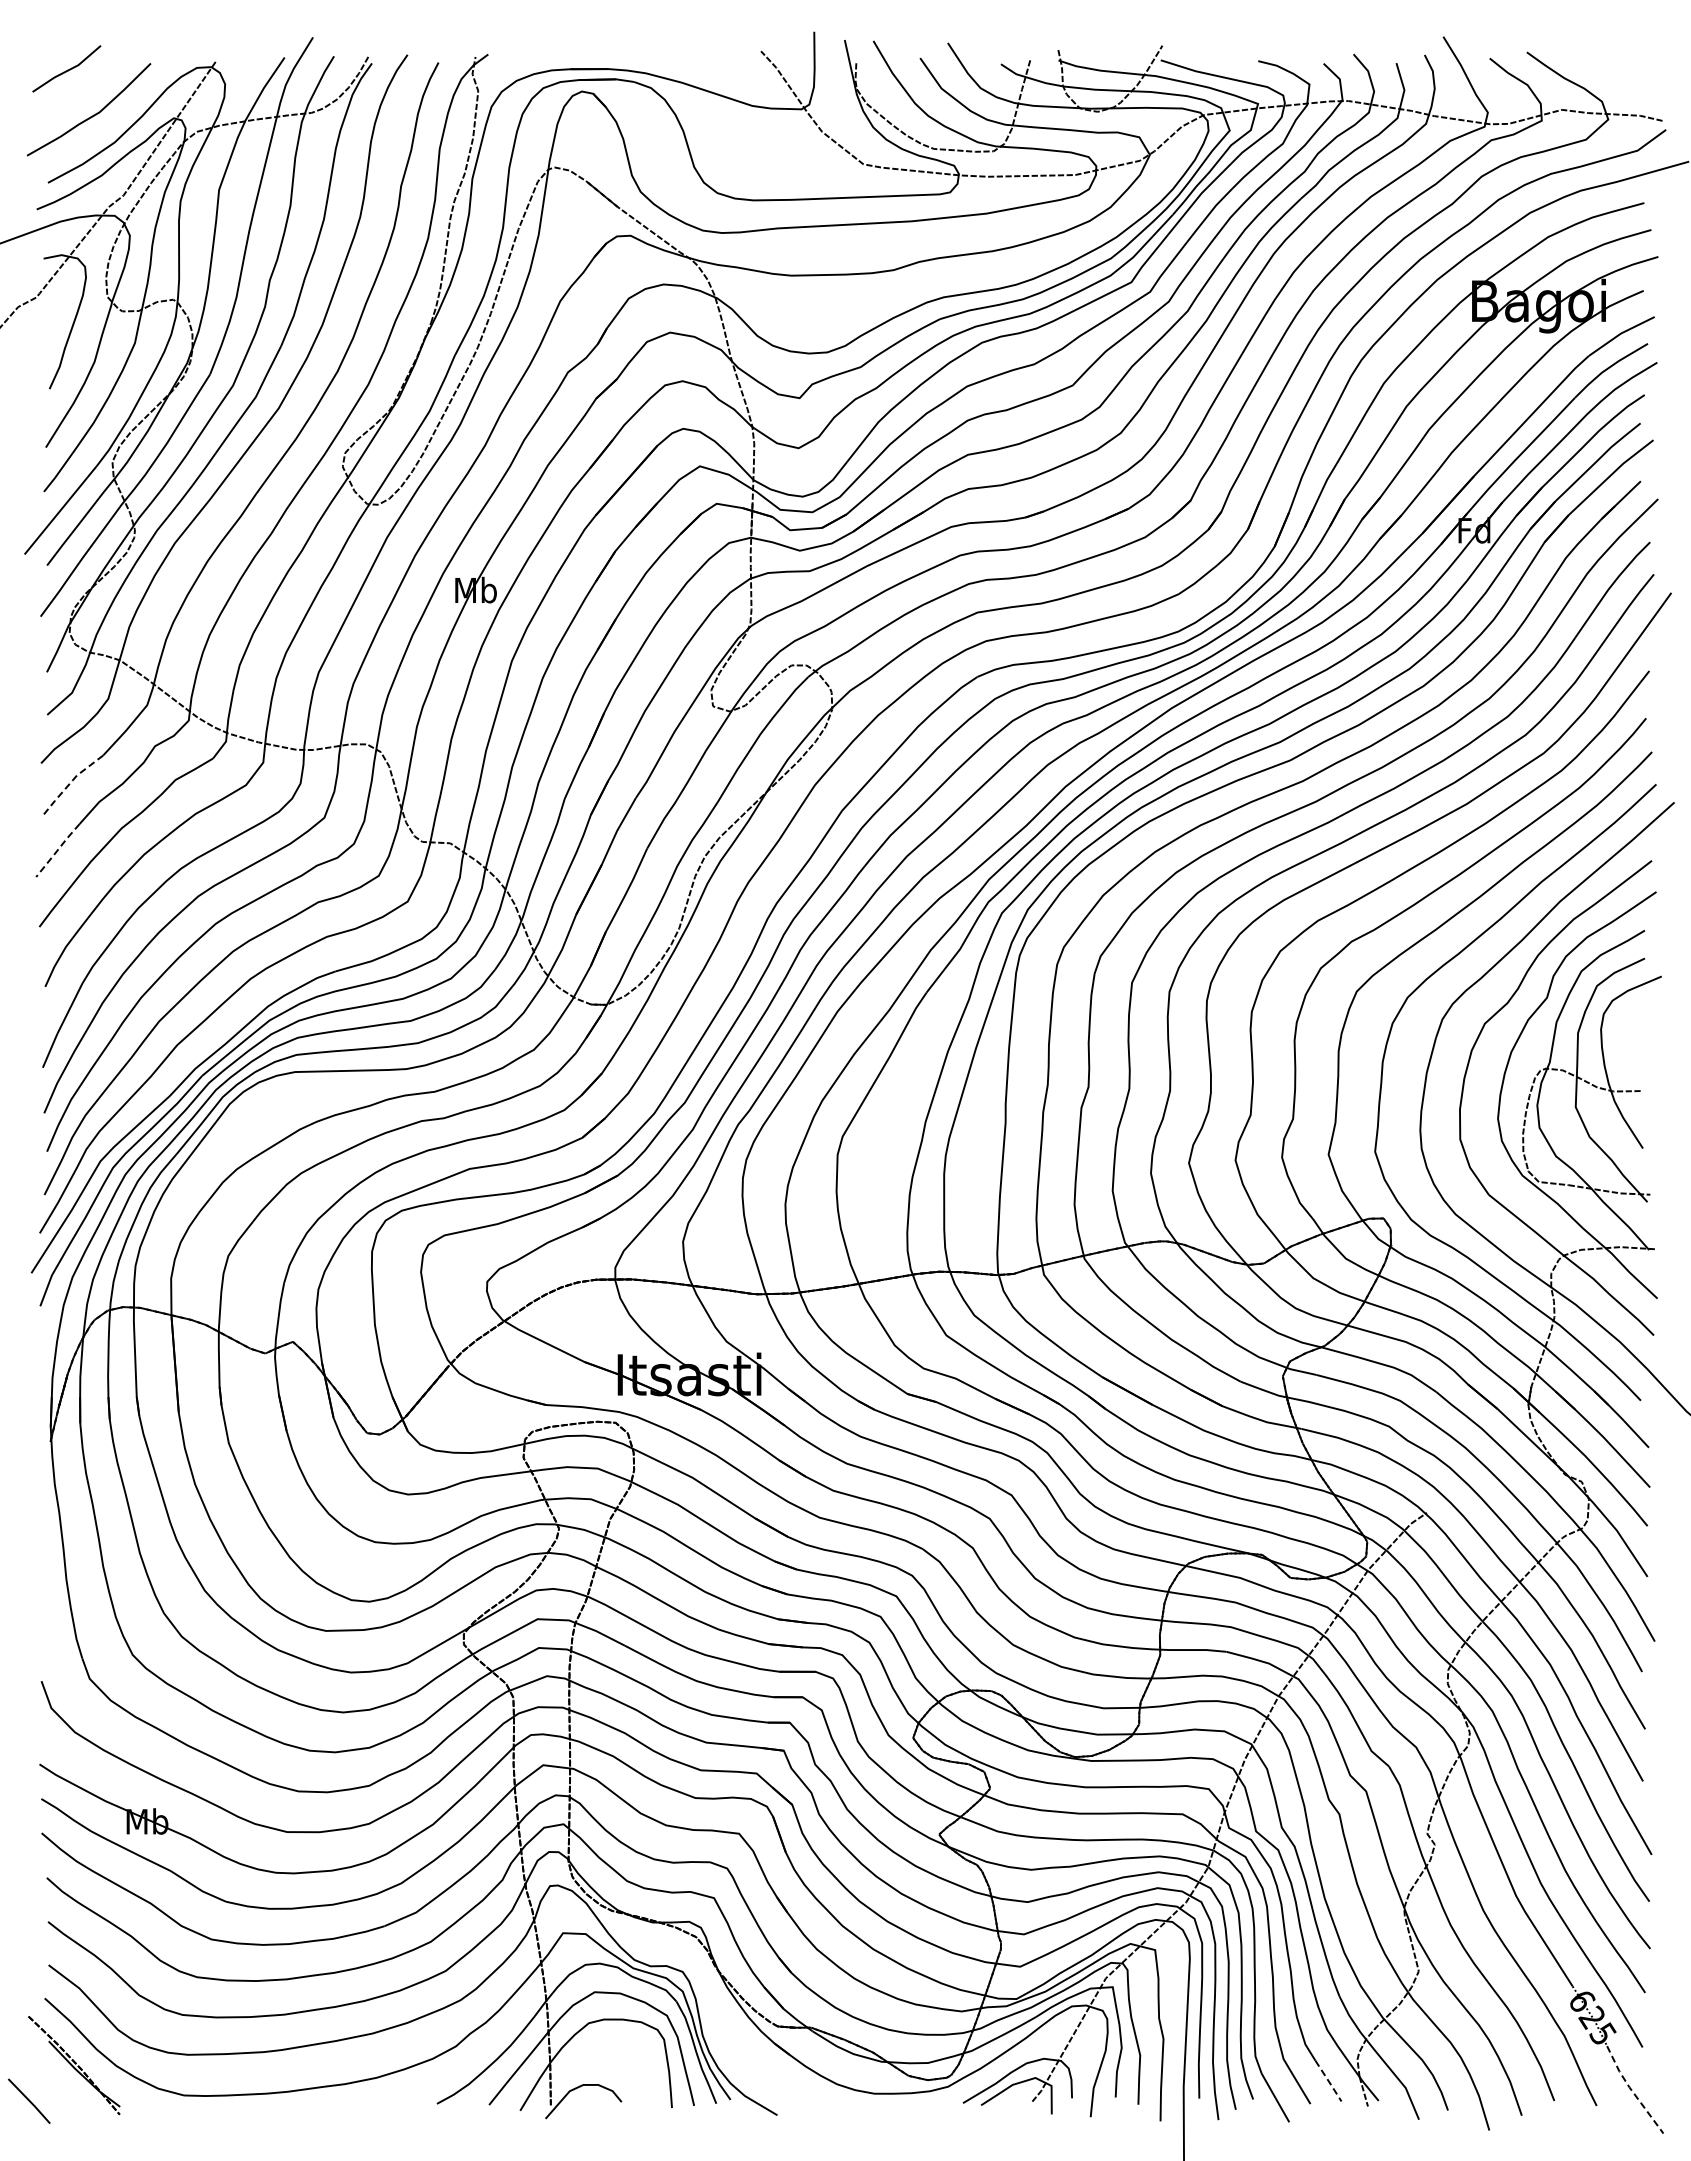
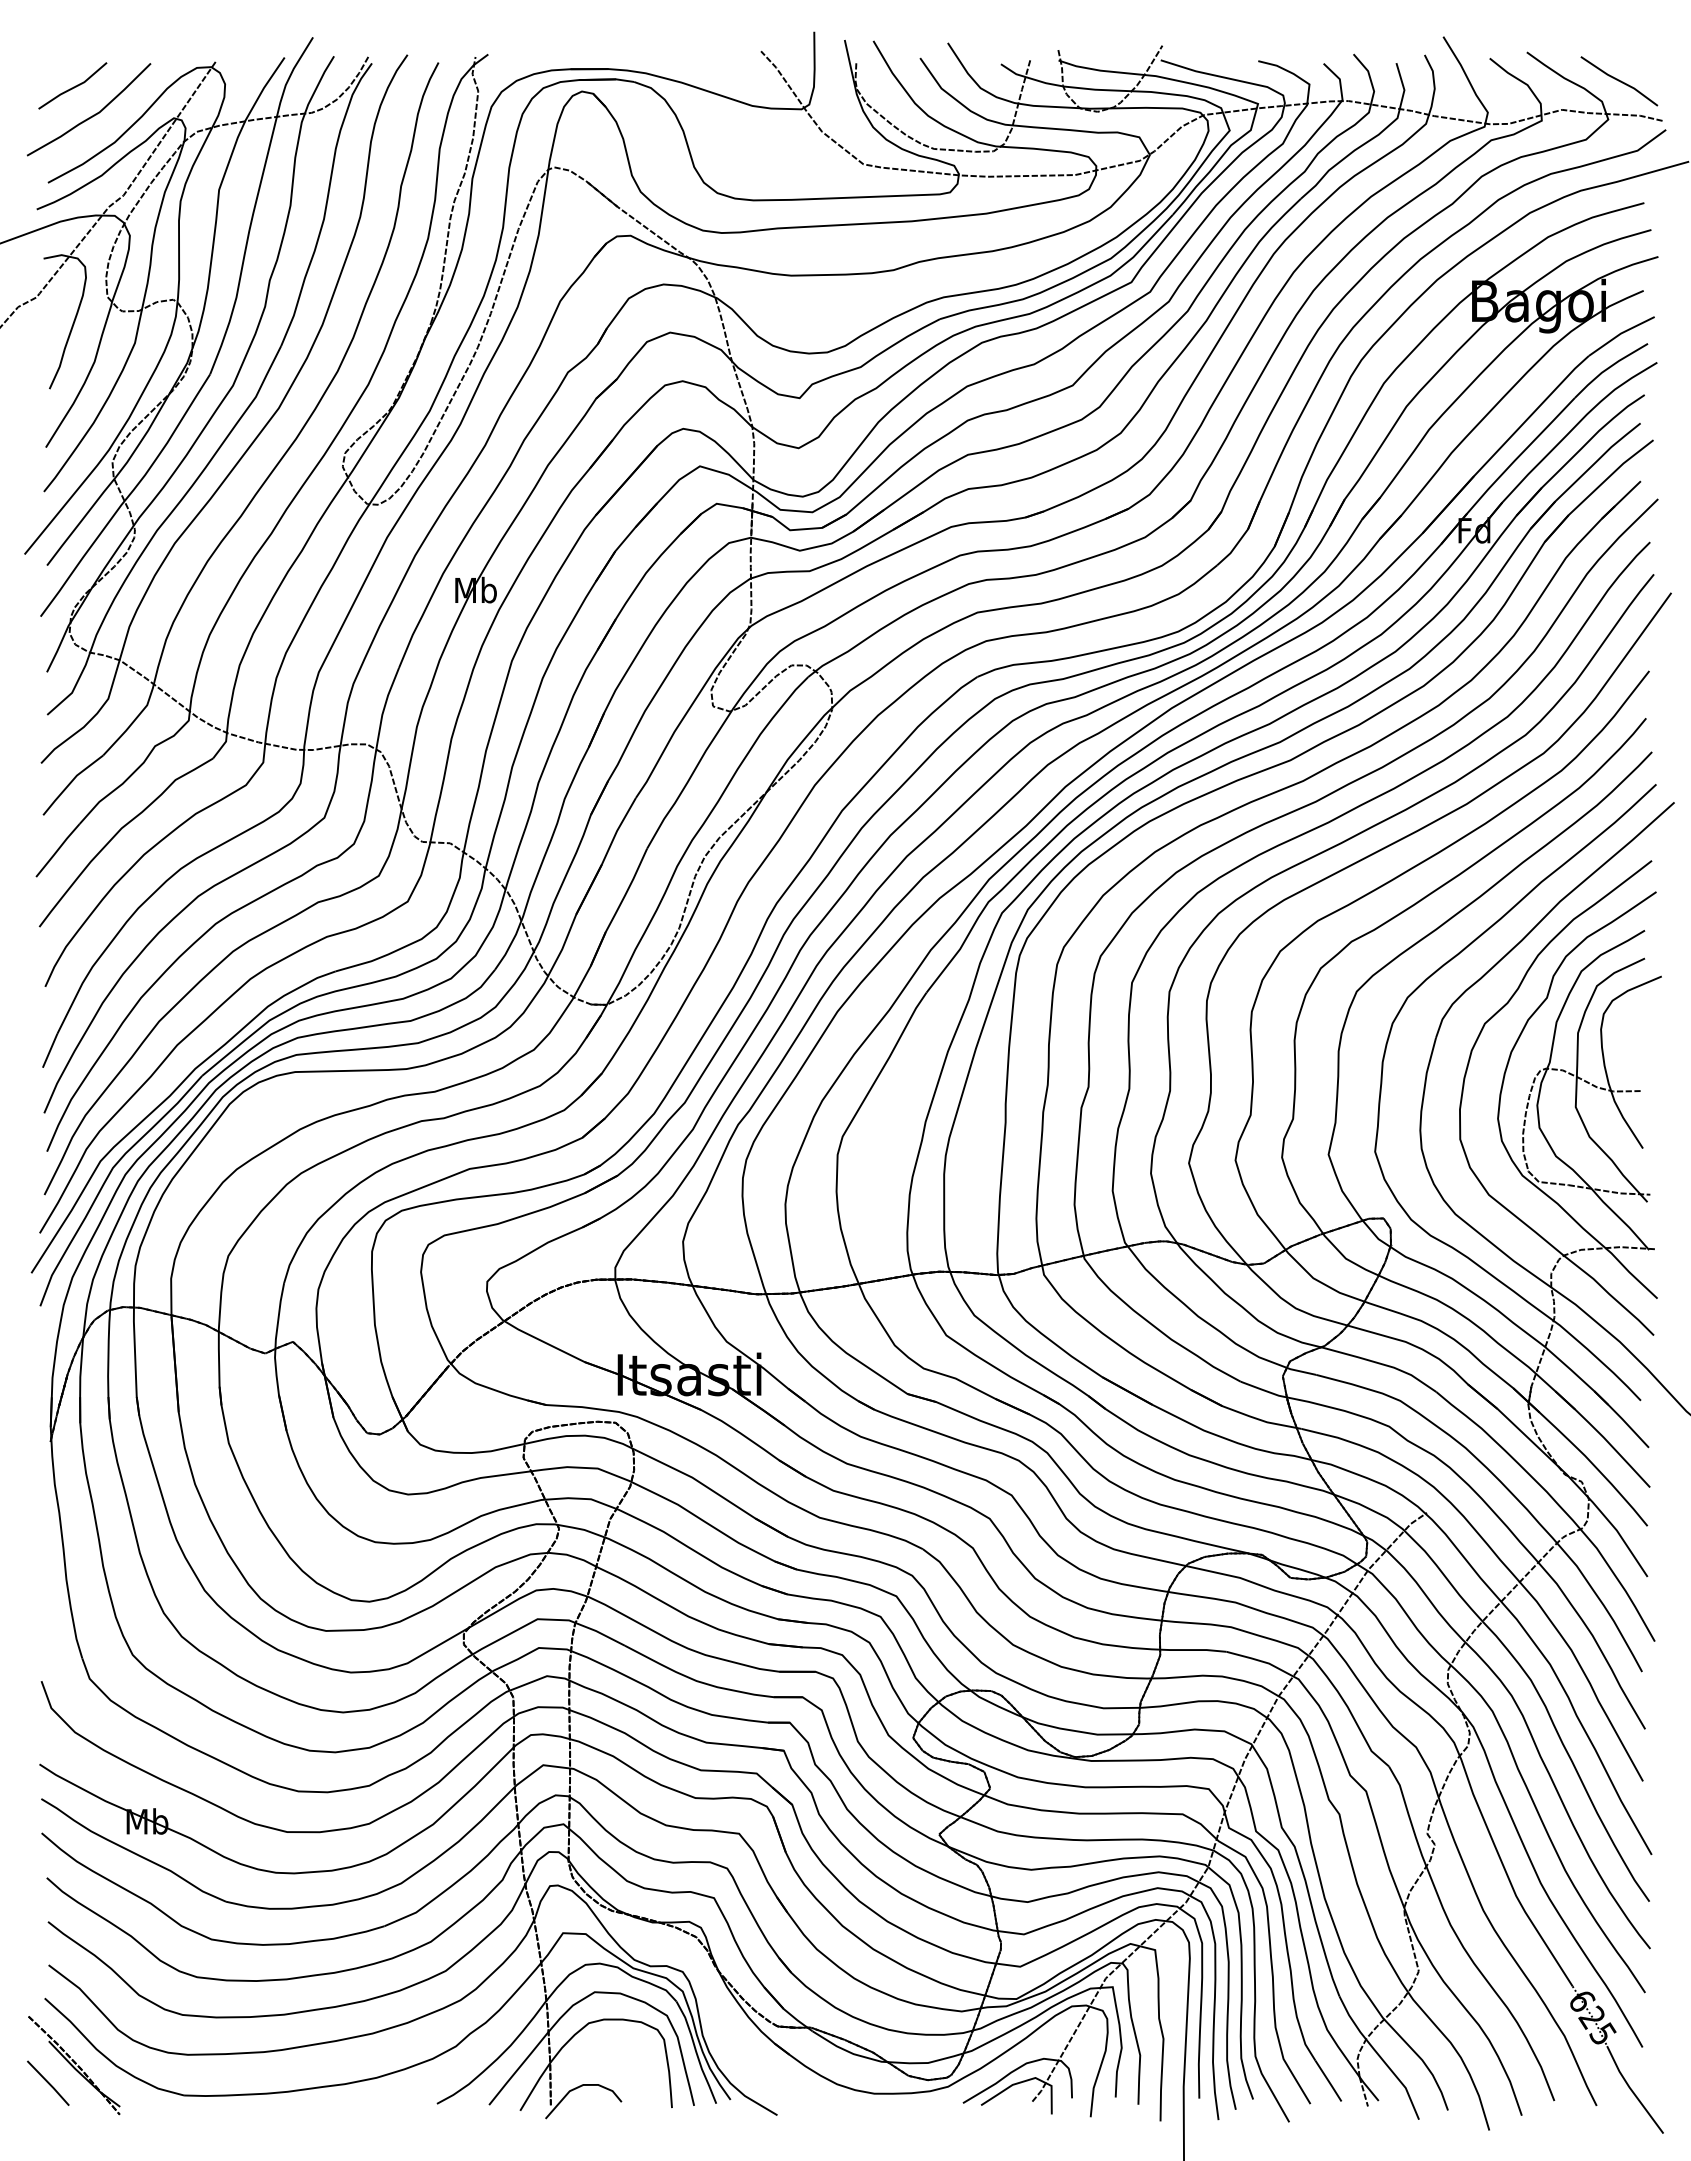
line at (67, 69) position: (67, 69) -> (73, 86)
line at (1619, 81): none -> present
line at (70, 783): dashed -> solid
line at (57, 850): dashed -> solid
line at (1328, 2081): dashed -> solid
line at (1631, 2090): dashed -> solid
line at (29, 2100) position: (29, 2100) -> (48, 2082)
